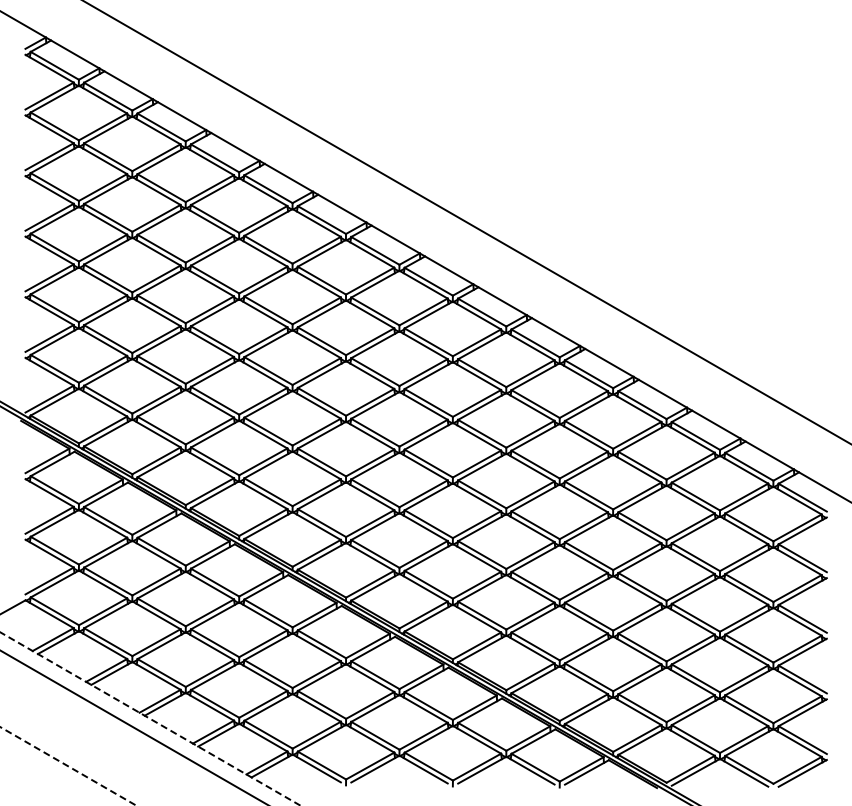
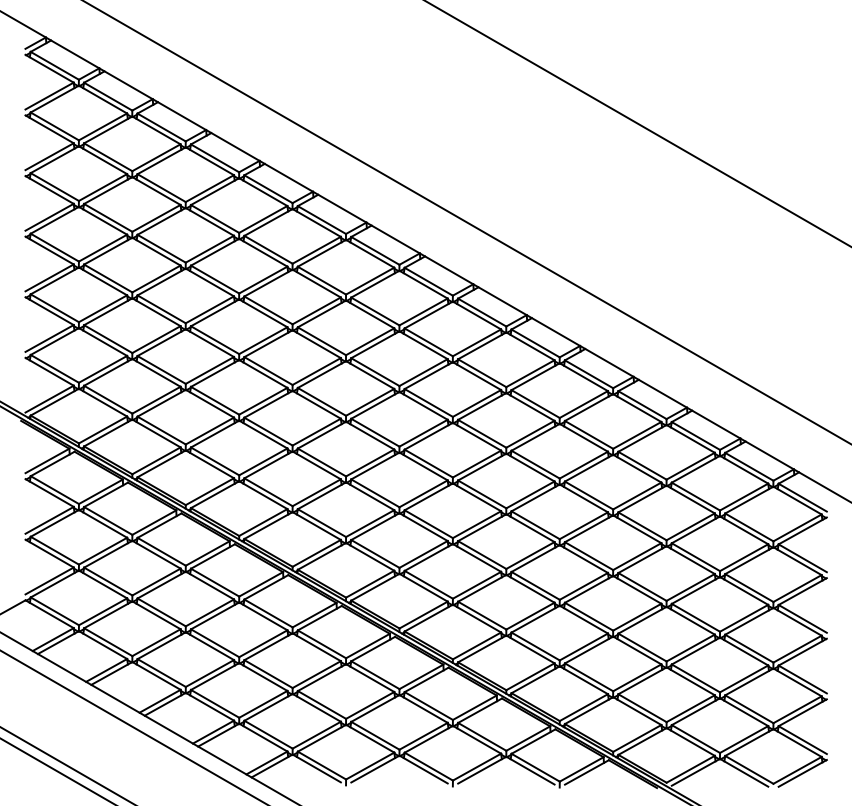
line at (637, 123): none -> present
line at (150, 719): dashed -> solid
line at (67, 766): dashed -> solid
line at (57, 770): none -> present
